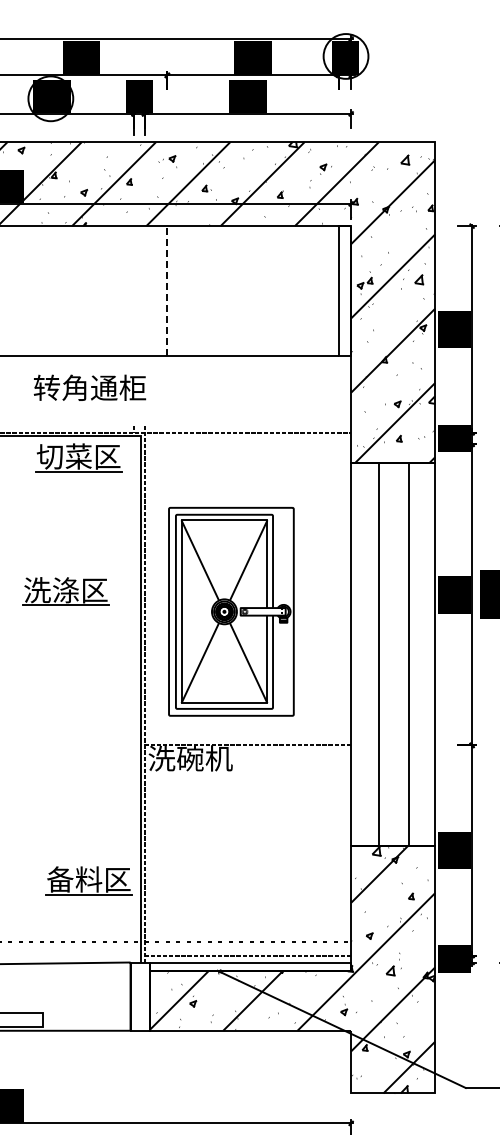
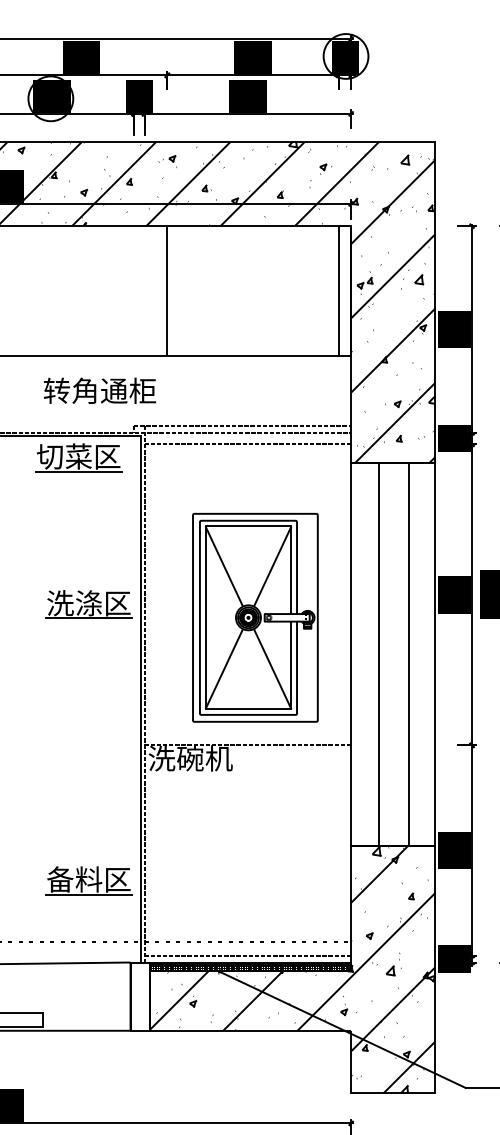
line at (167, 290): dashed -> solid
text at (89, 387) position: (89, 387) -> (99, 390)
line at (242, 425): none -> present
line at (247, 444): none -> present
part at (65, 591) position: (65, 591) -> (88, 604)
part at (231, 611) position: (231, 611) -> (255, 617)
hatch at (250, 966): none -> present
